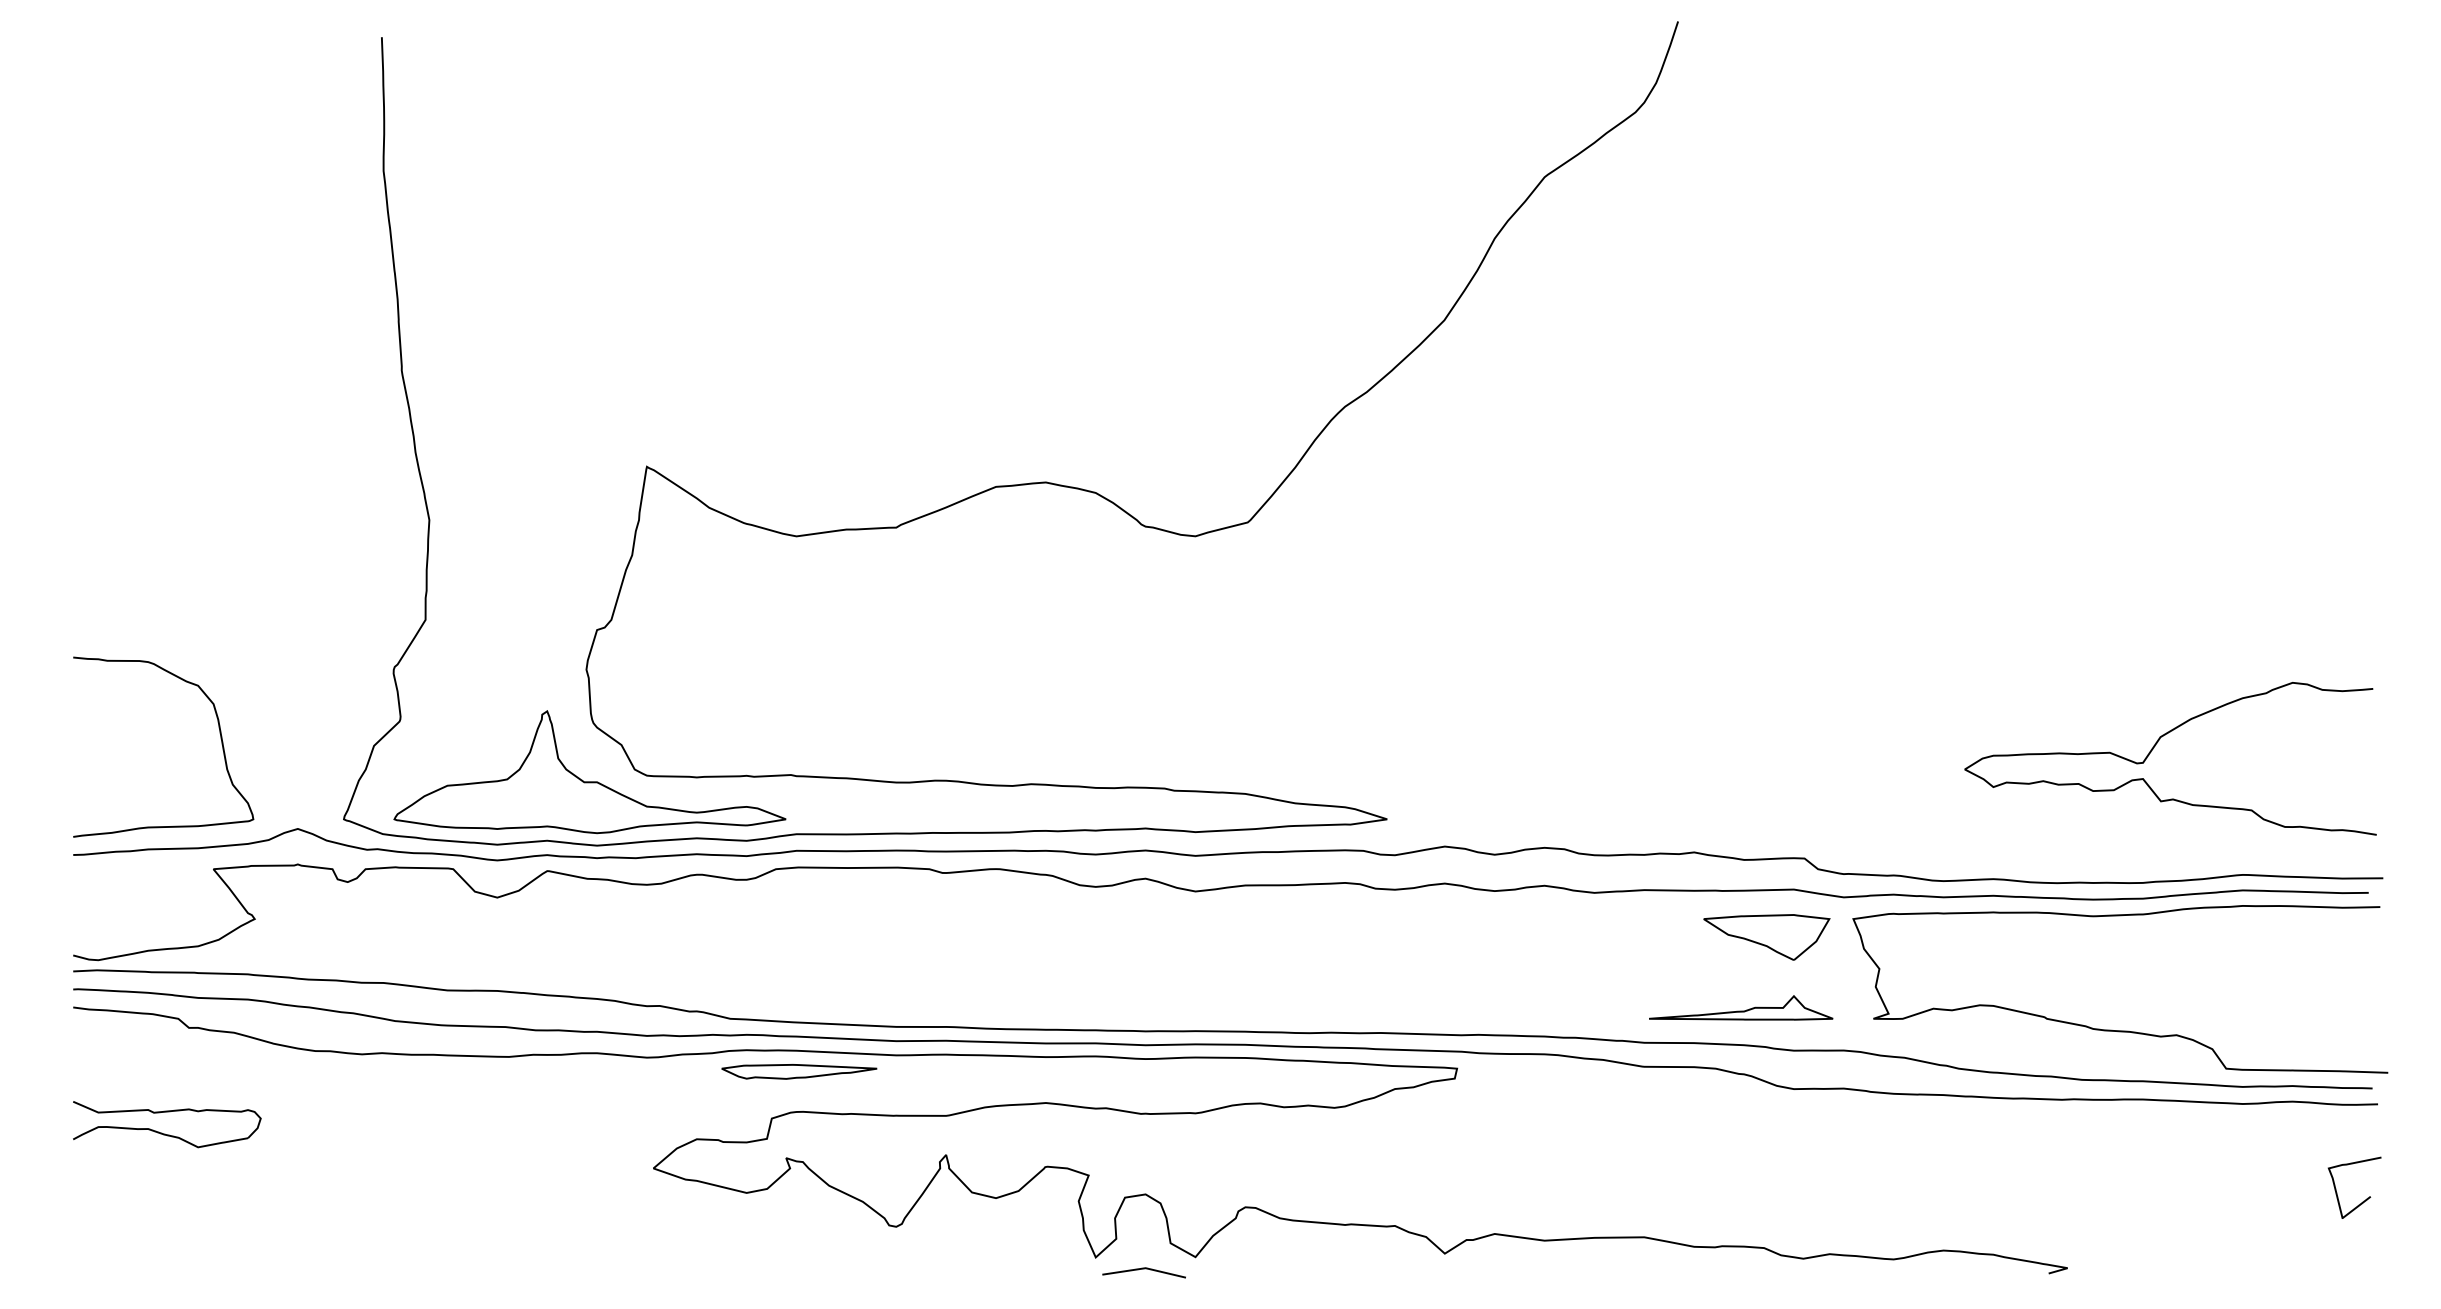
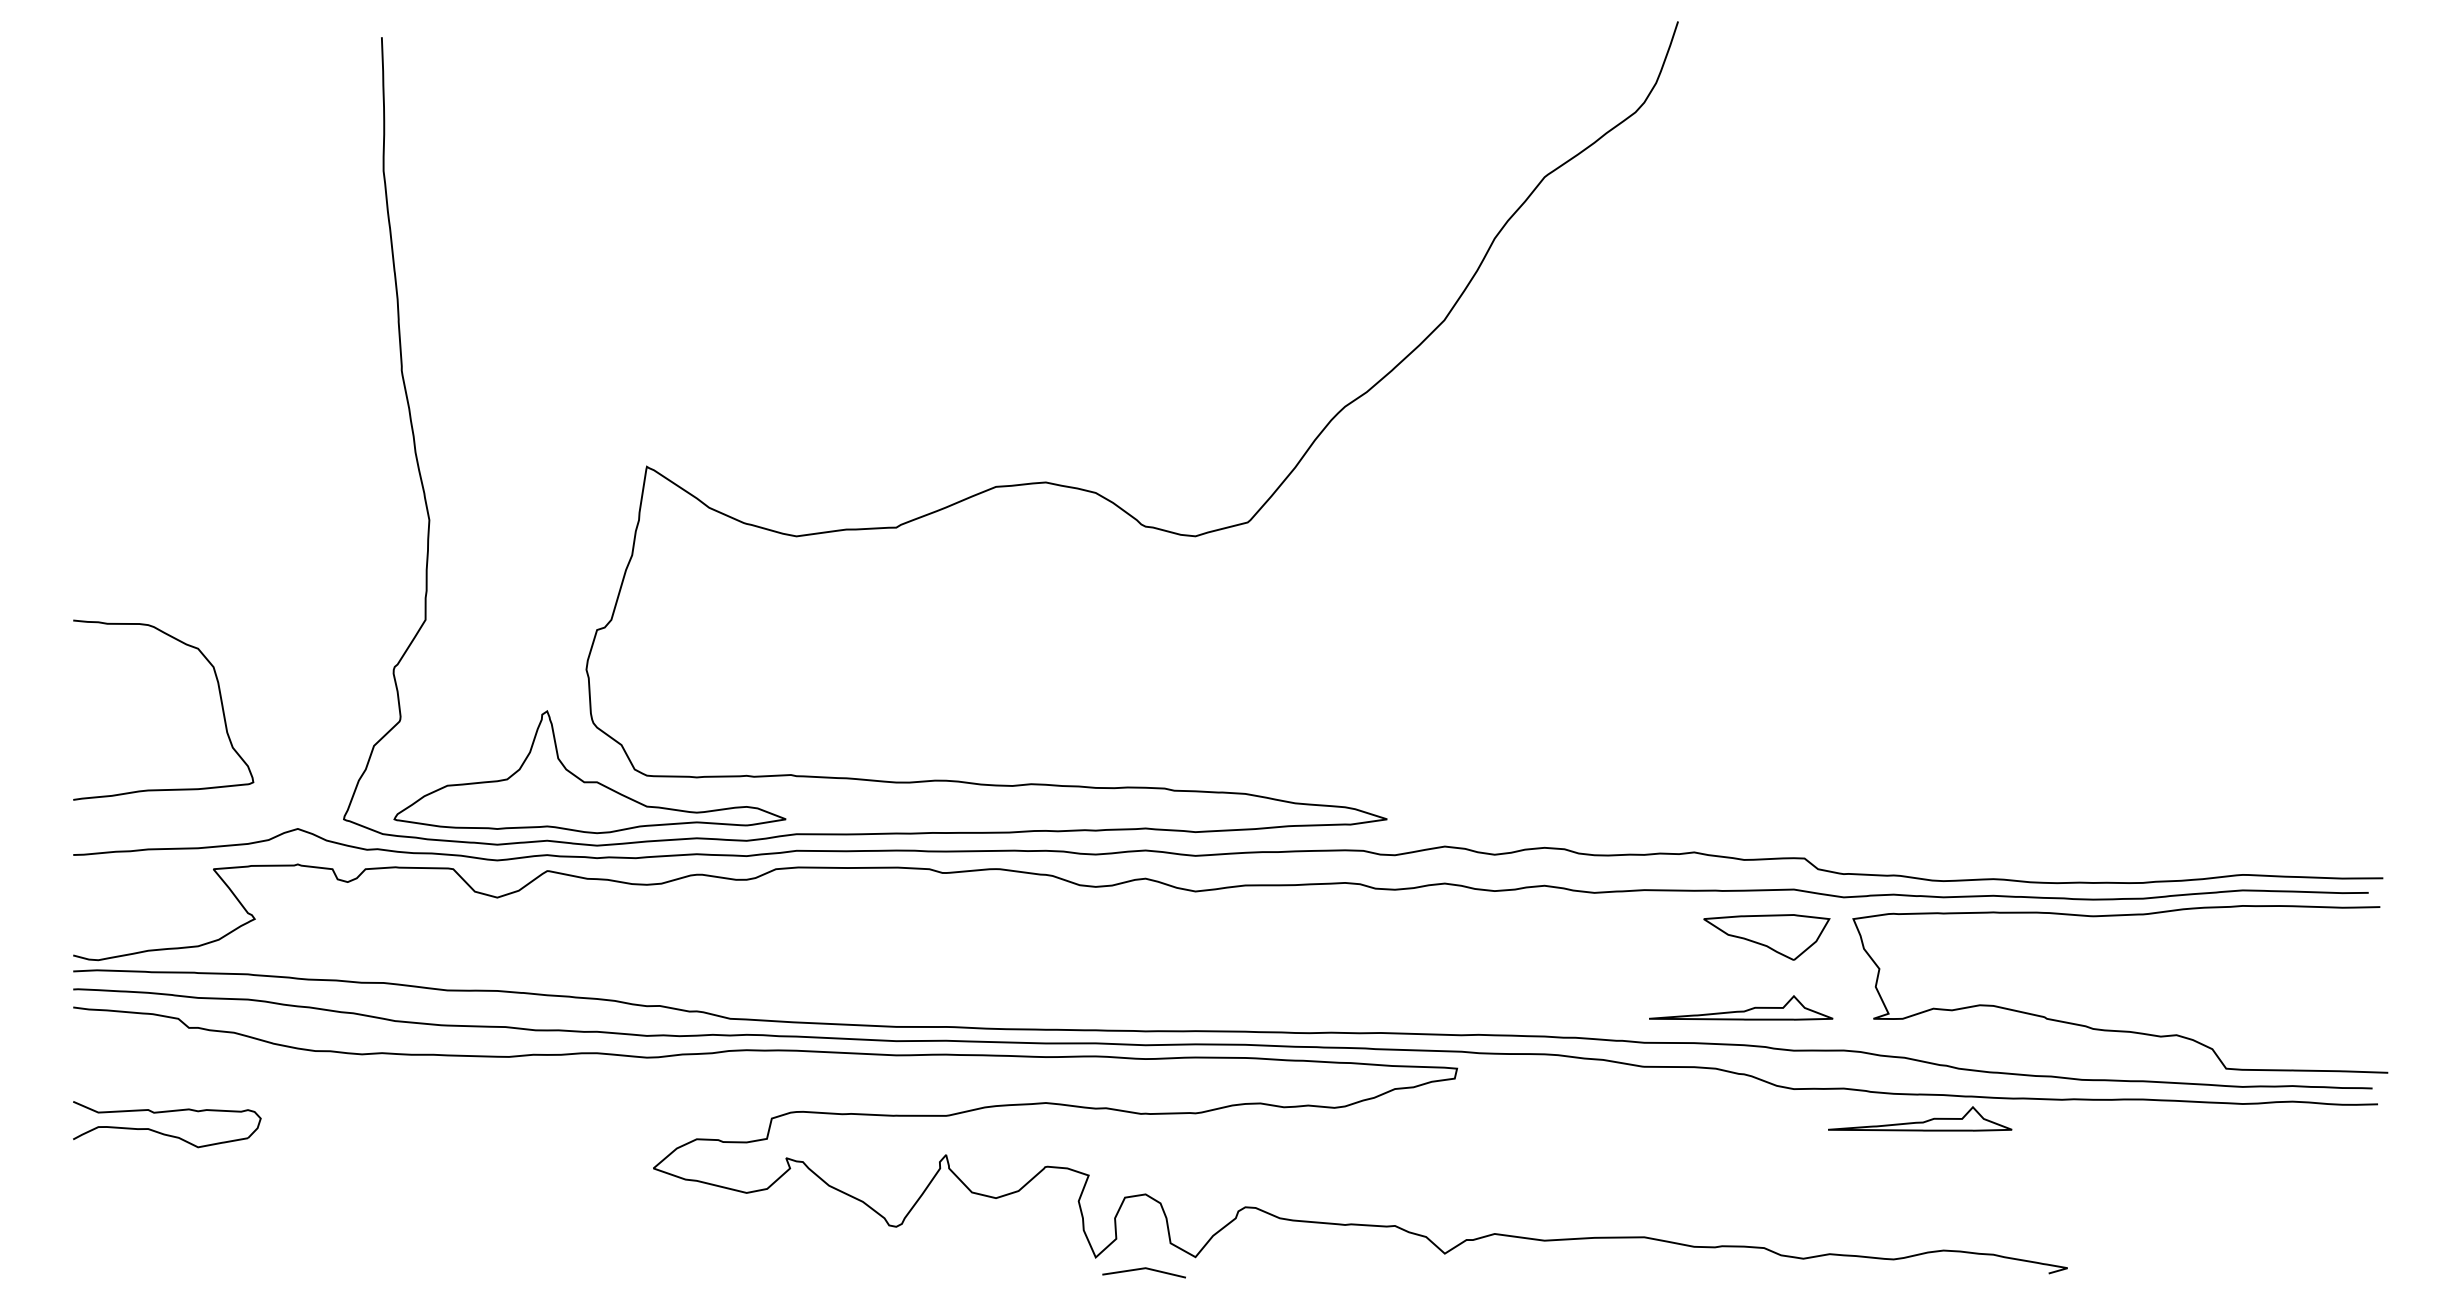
curve at (220, 739) position: (220, 739) -> (220, 702)
curve at (2155, 746): present -> none
part at (799, 1071): present -> none
part at (1920, 1118): none -> present
curve at (2362, 1201): present -> none
